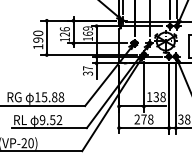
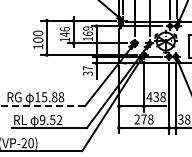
text at (64, 34): 126 -> 146
text at (38, 39): 190 -> 100
text at (149, 96): 138 -> 438
line at (42, 106): solid -> dashed
